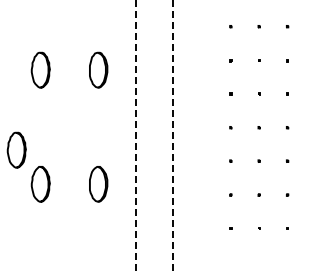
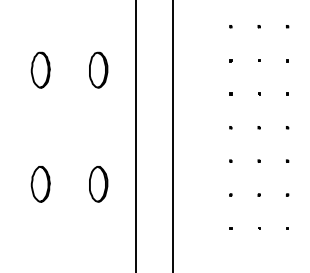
line at (135, 136): dashed -> solid
line at (173, 136): dashed -> solid
curve at (23, 149): present -> none
